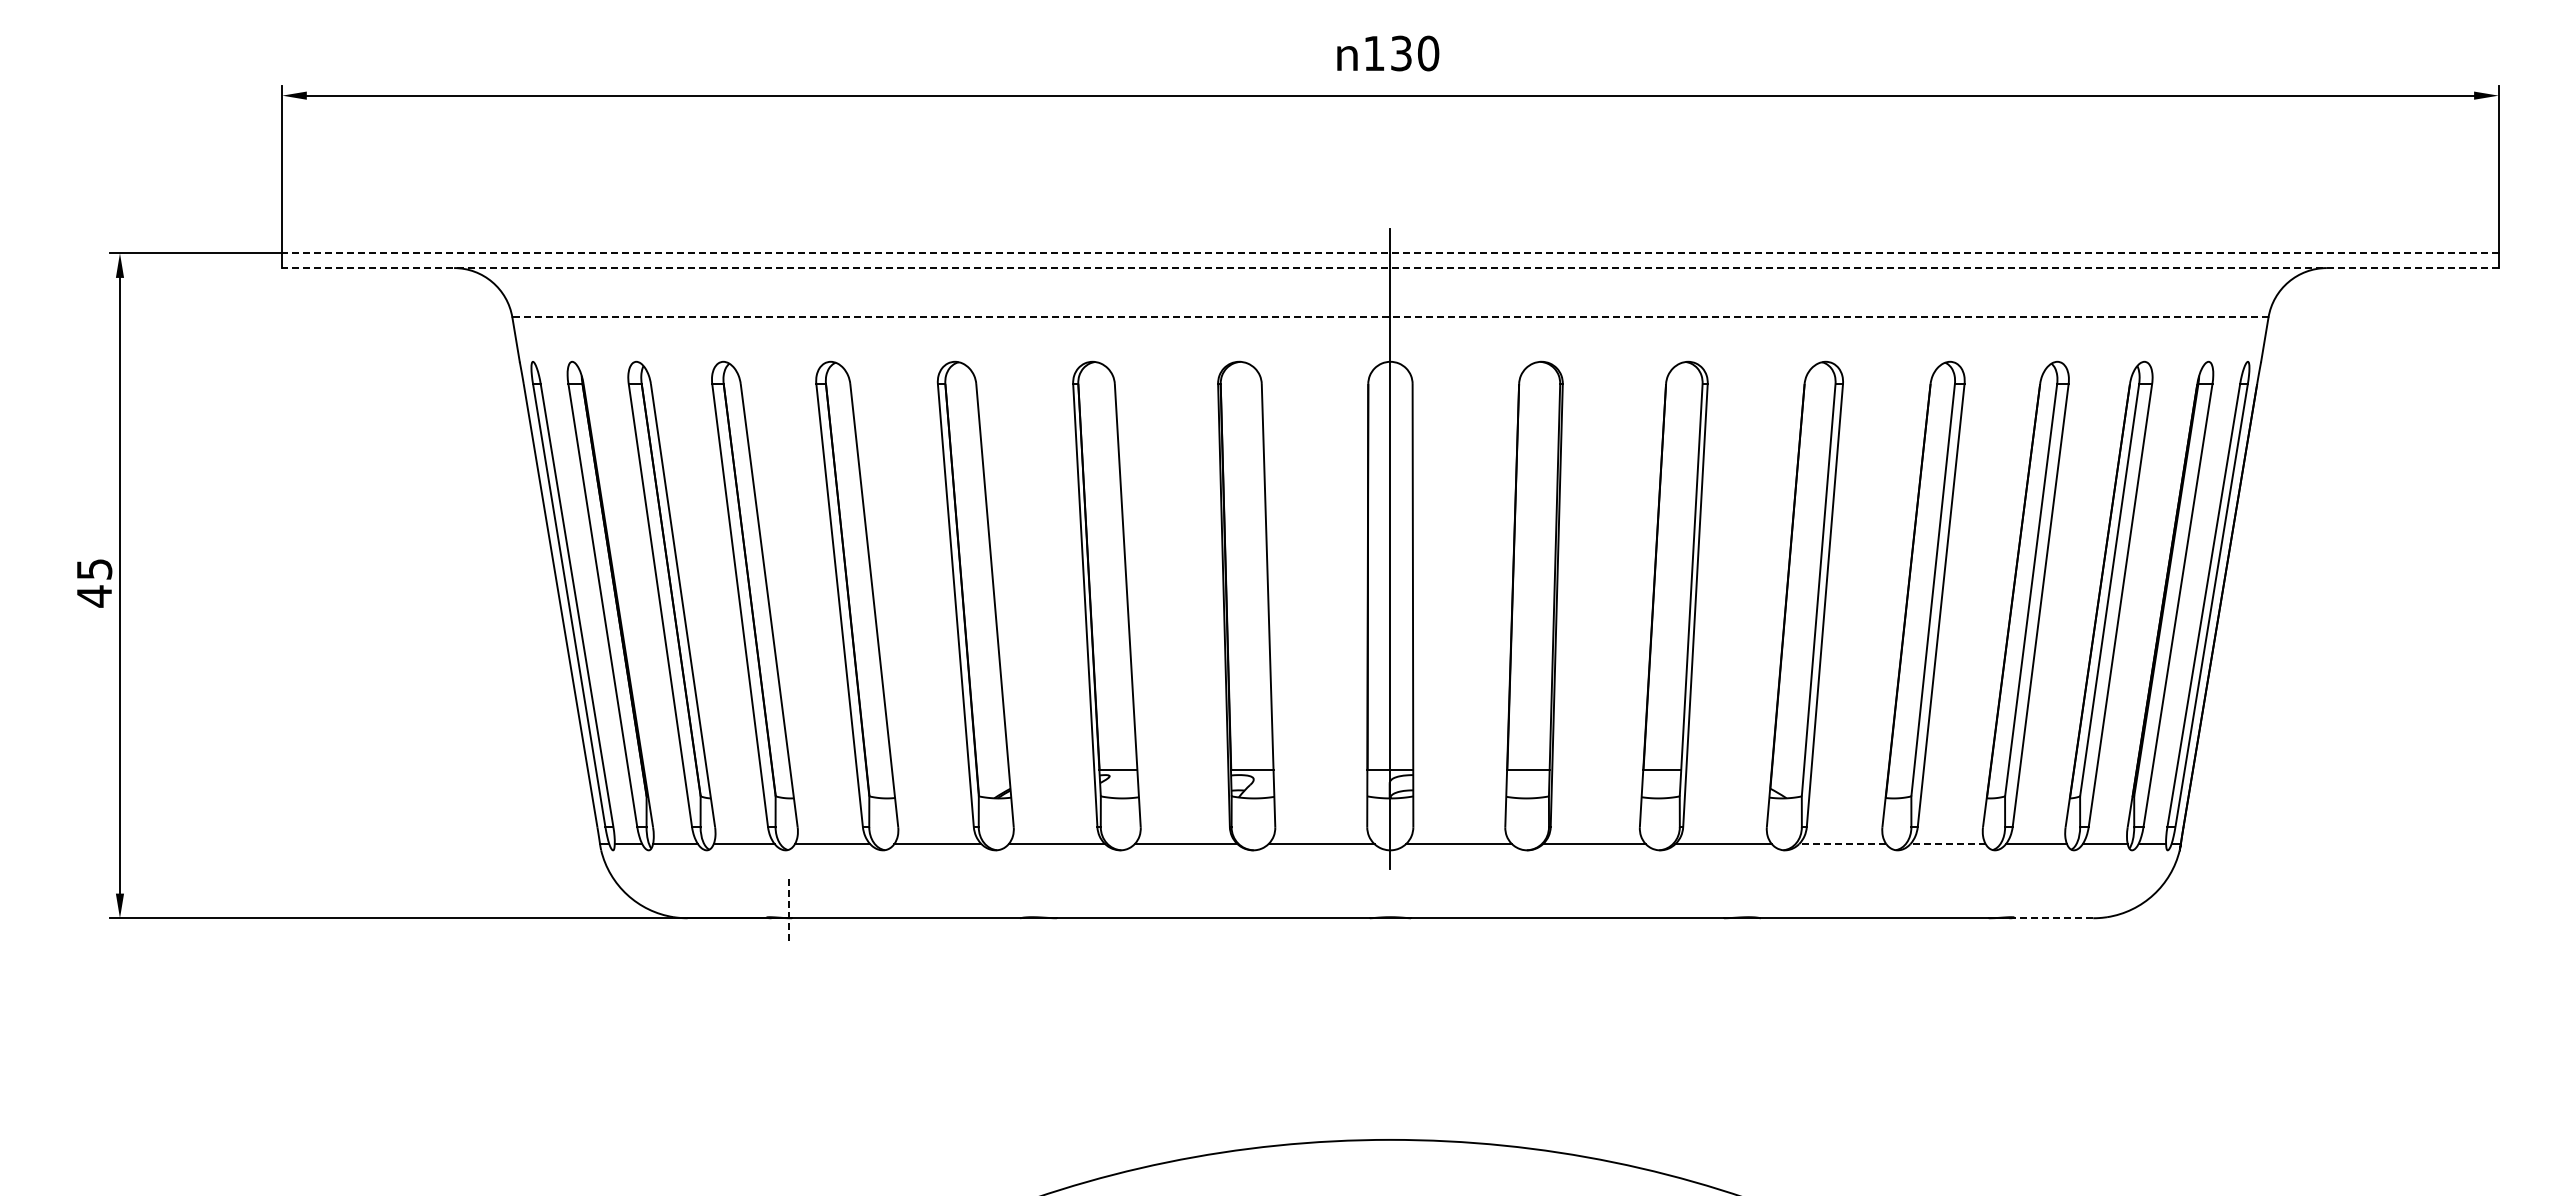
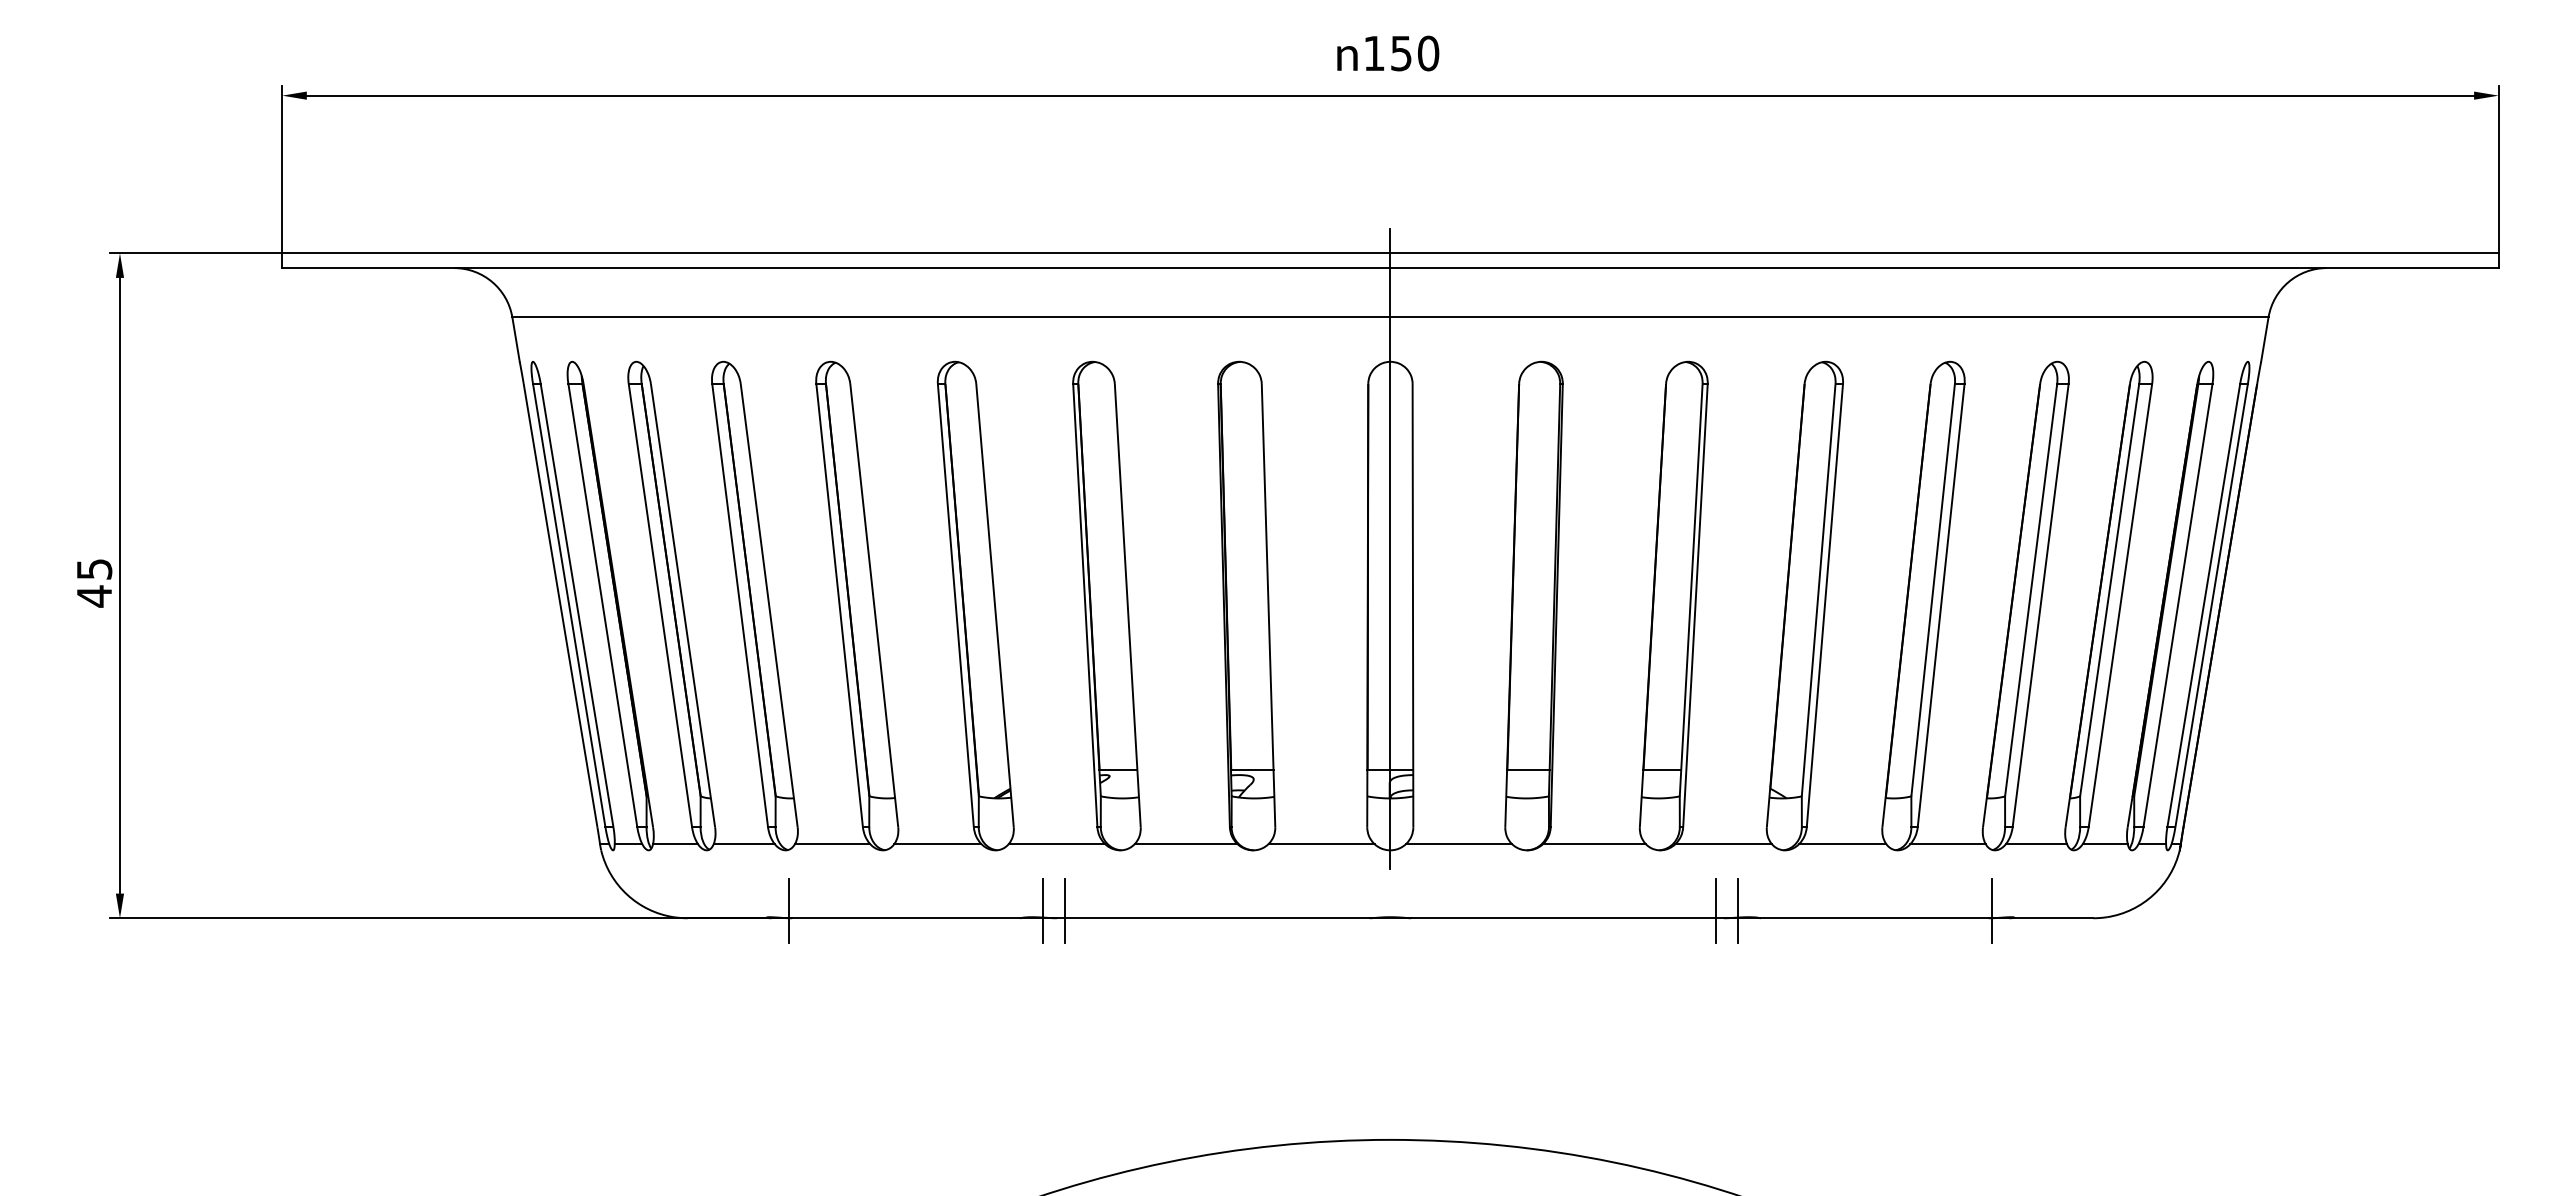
text at (1401, 52): 130 -> 150
line at (1389, 253): dashed -> solid
line at (1389, 268): dashed -> solid
line at (1389, 317): dashed -> solid
line at (1842, 844): dashed -> solid
line at (1948, 844): dashed -> solid
line at (1043, 910): none -> present
line at (1065, 910): none -> present
line at (1715, 910): none -> present
line at (1737, 910): none -> present
line at (1991, 910): none -> present
line at (789, 911): dashed -> solid
line at (2051, 918): dashed -> solid
